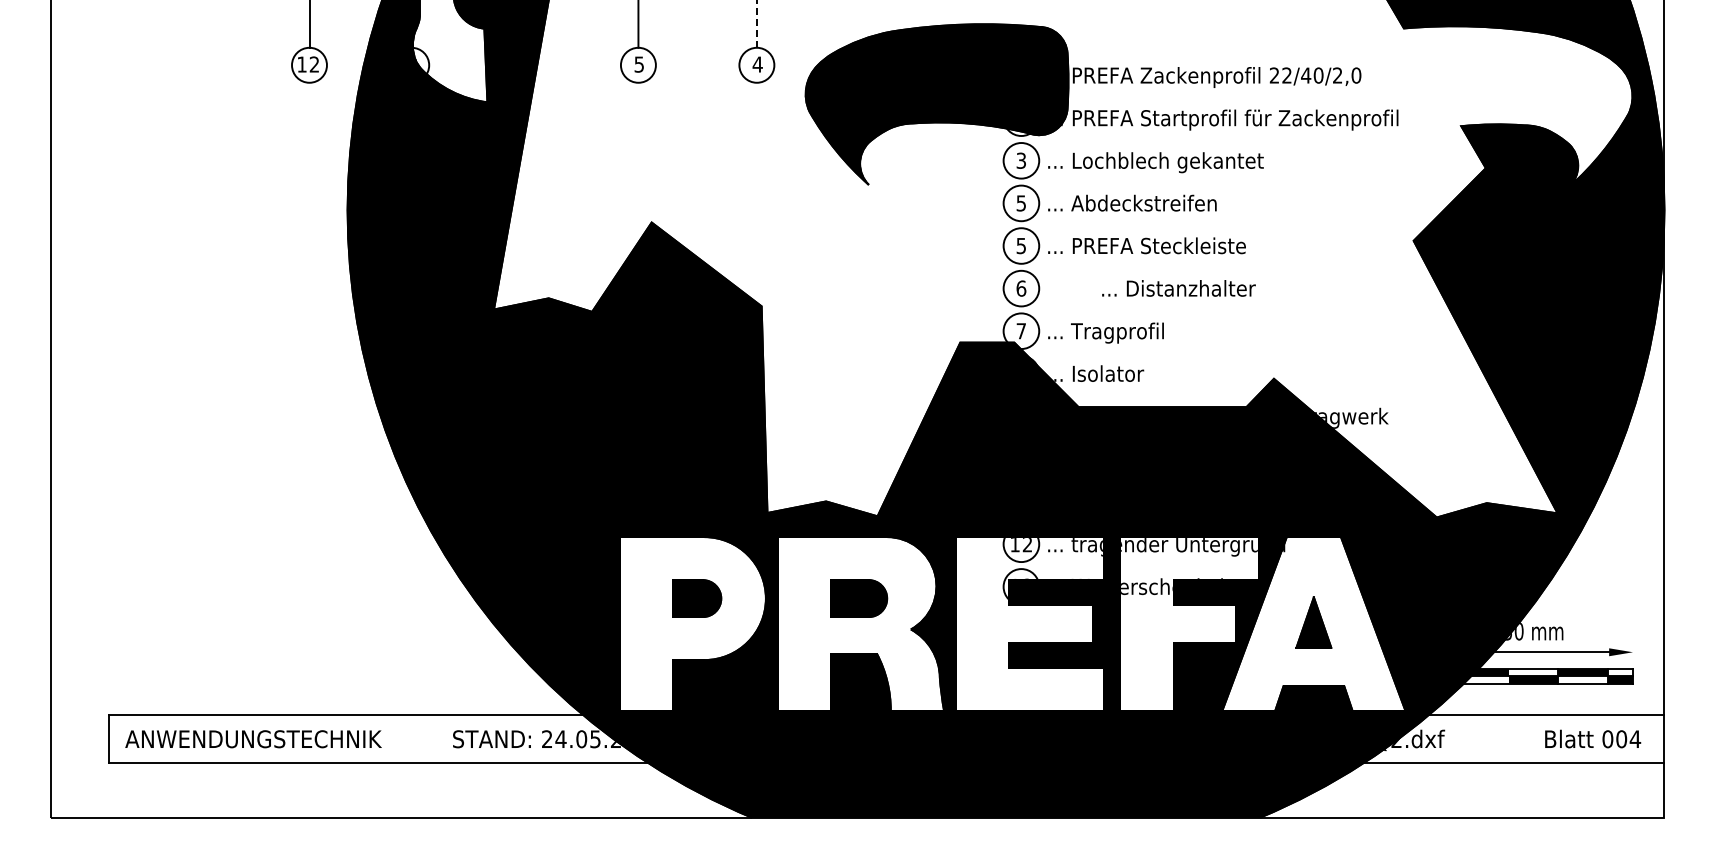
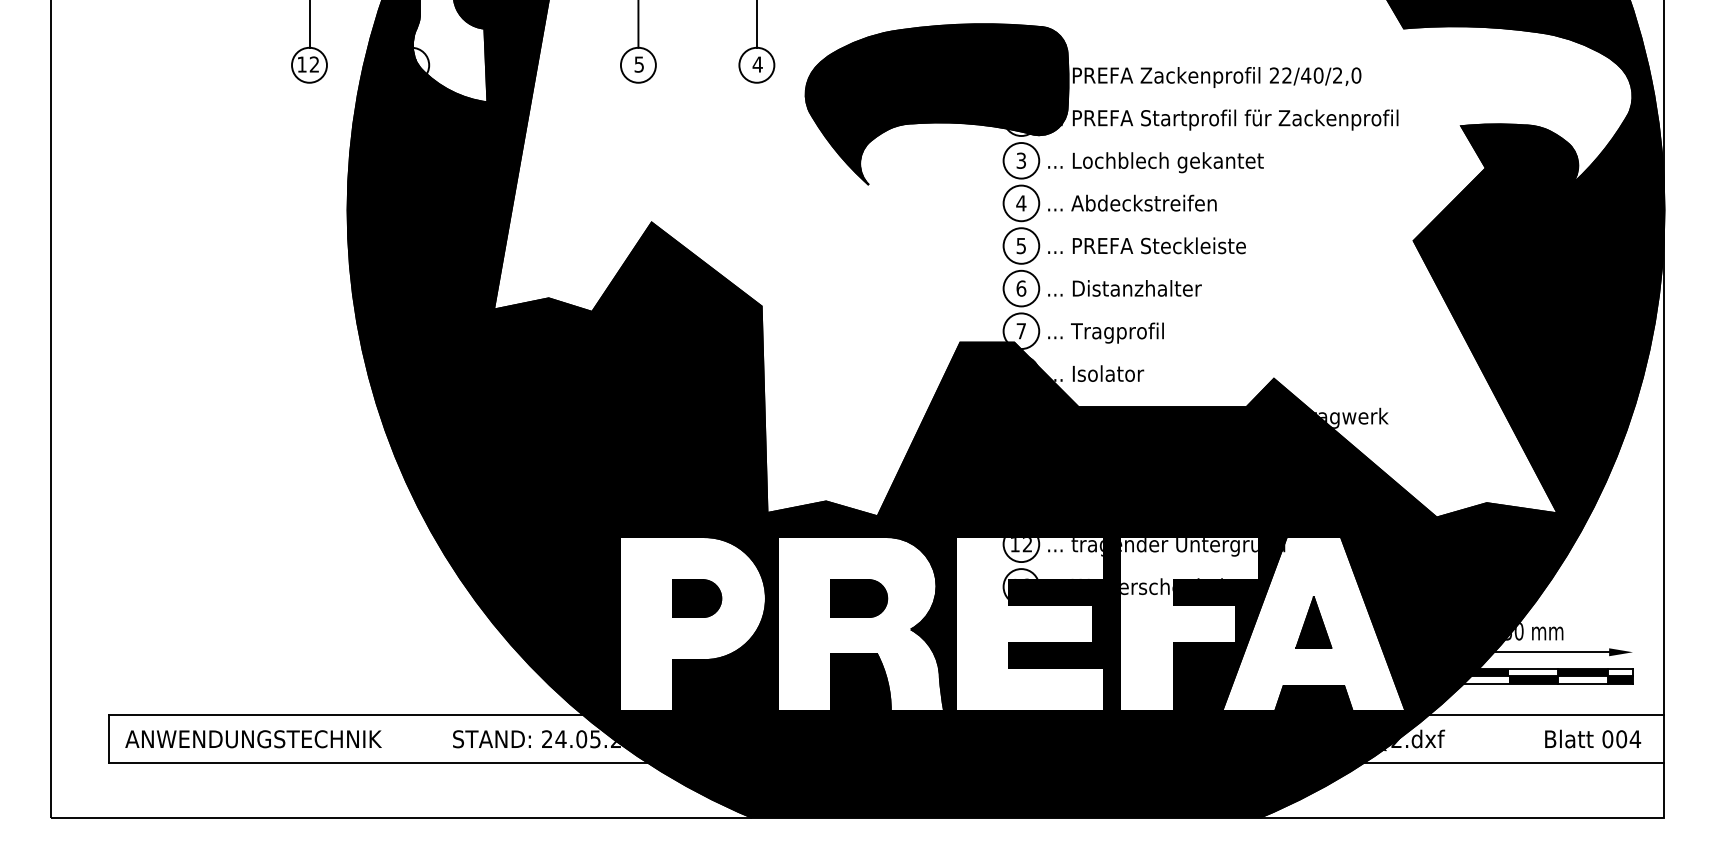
line at (756, 23): dashed -> solid
text at (1021, 203): 5 -> 4
text at (1178, 288) position: (1178, 288) -> (1124, 288)
